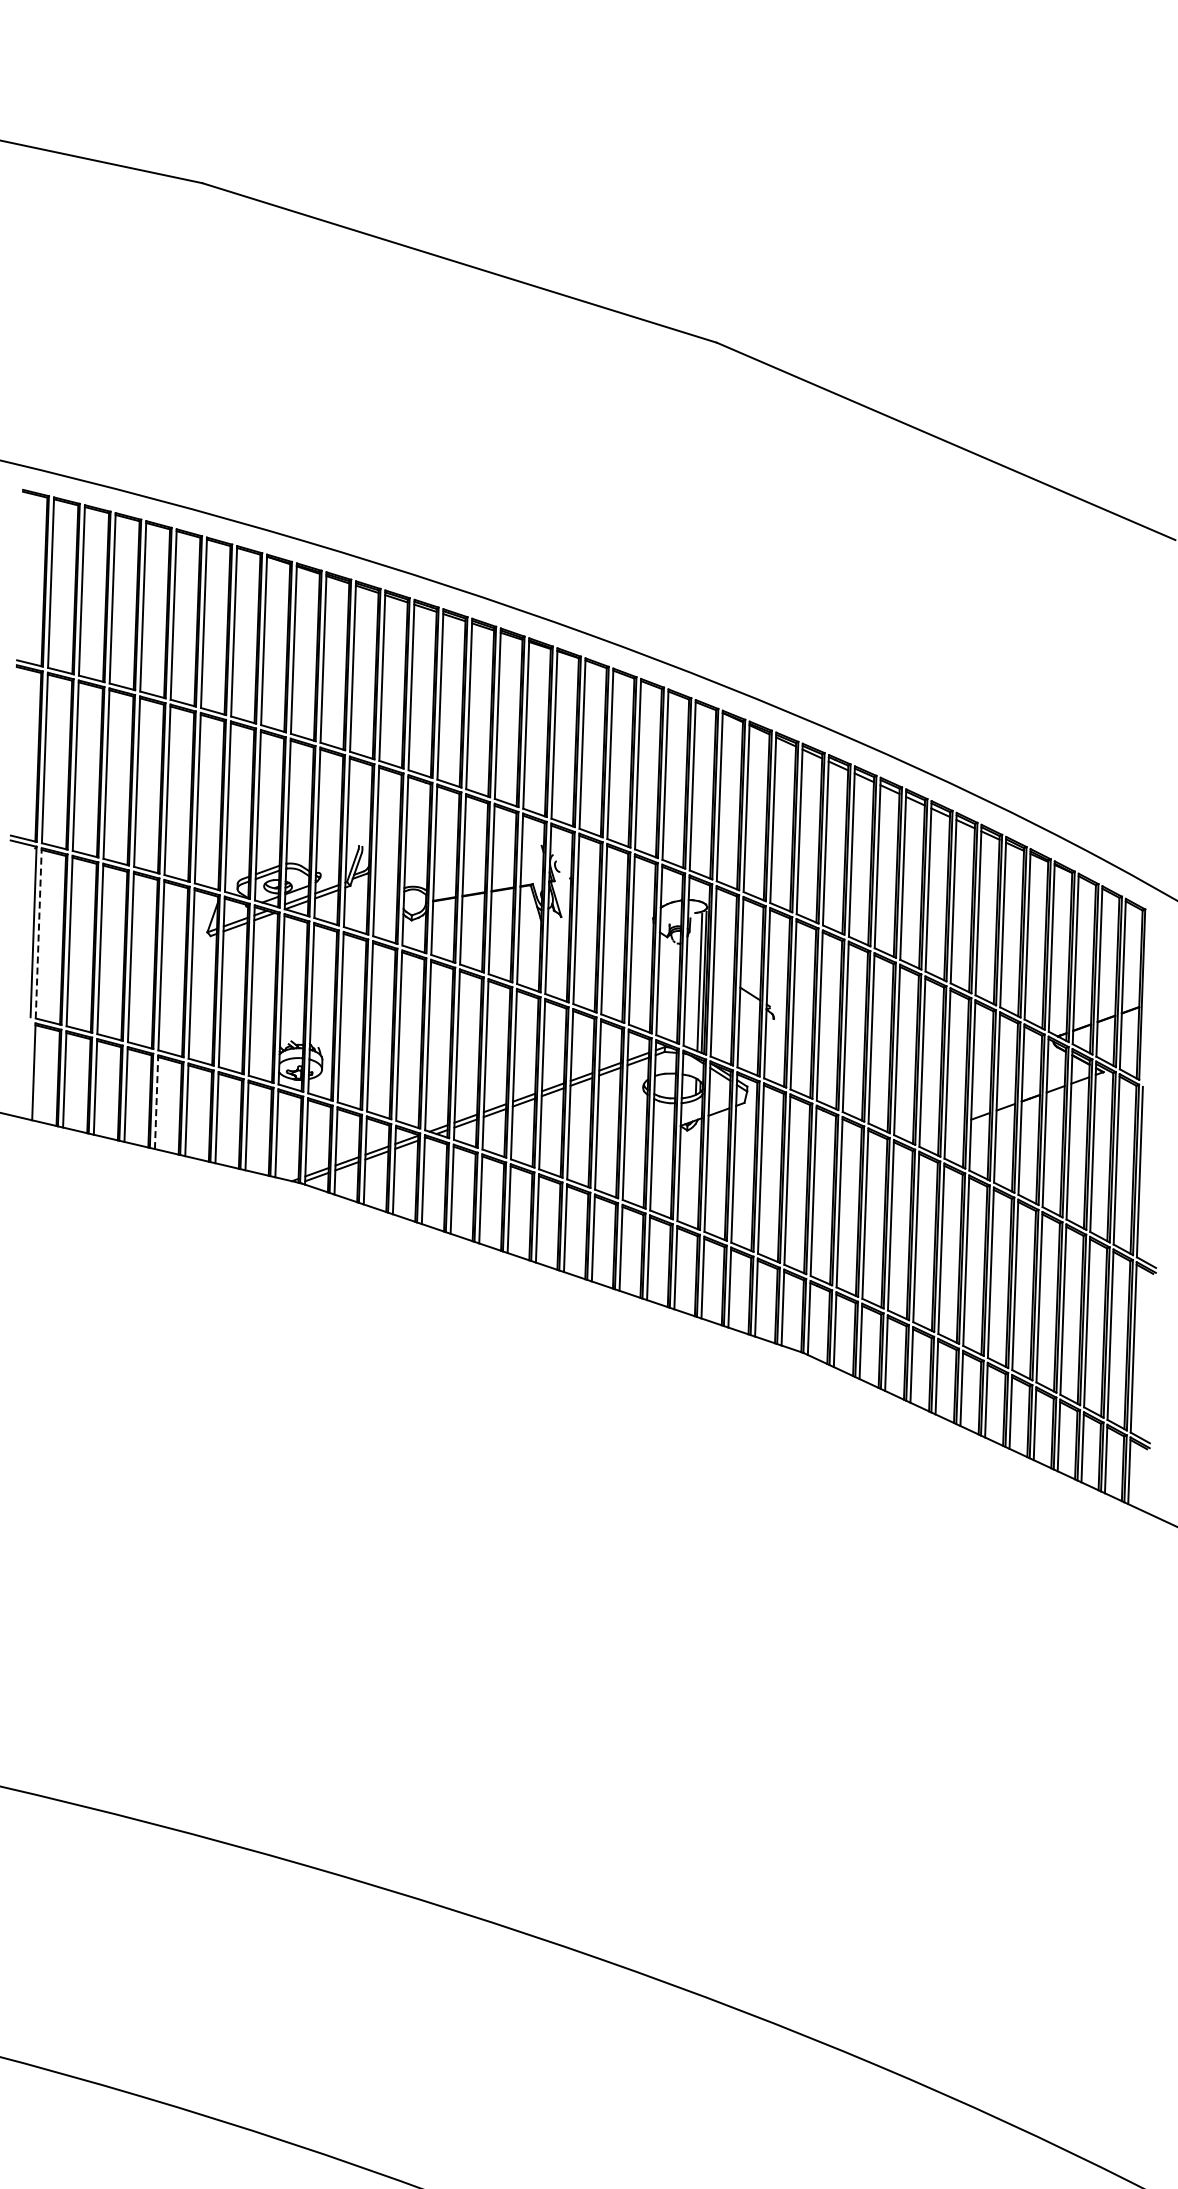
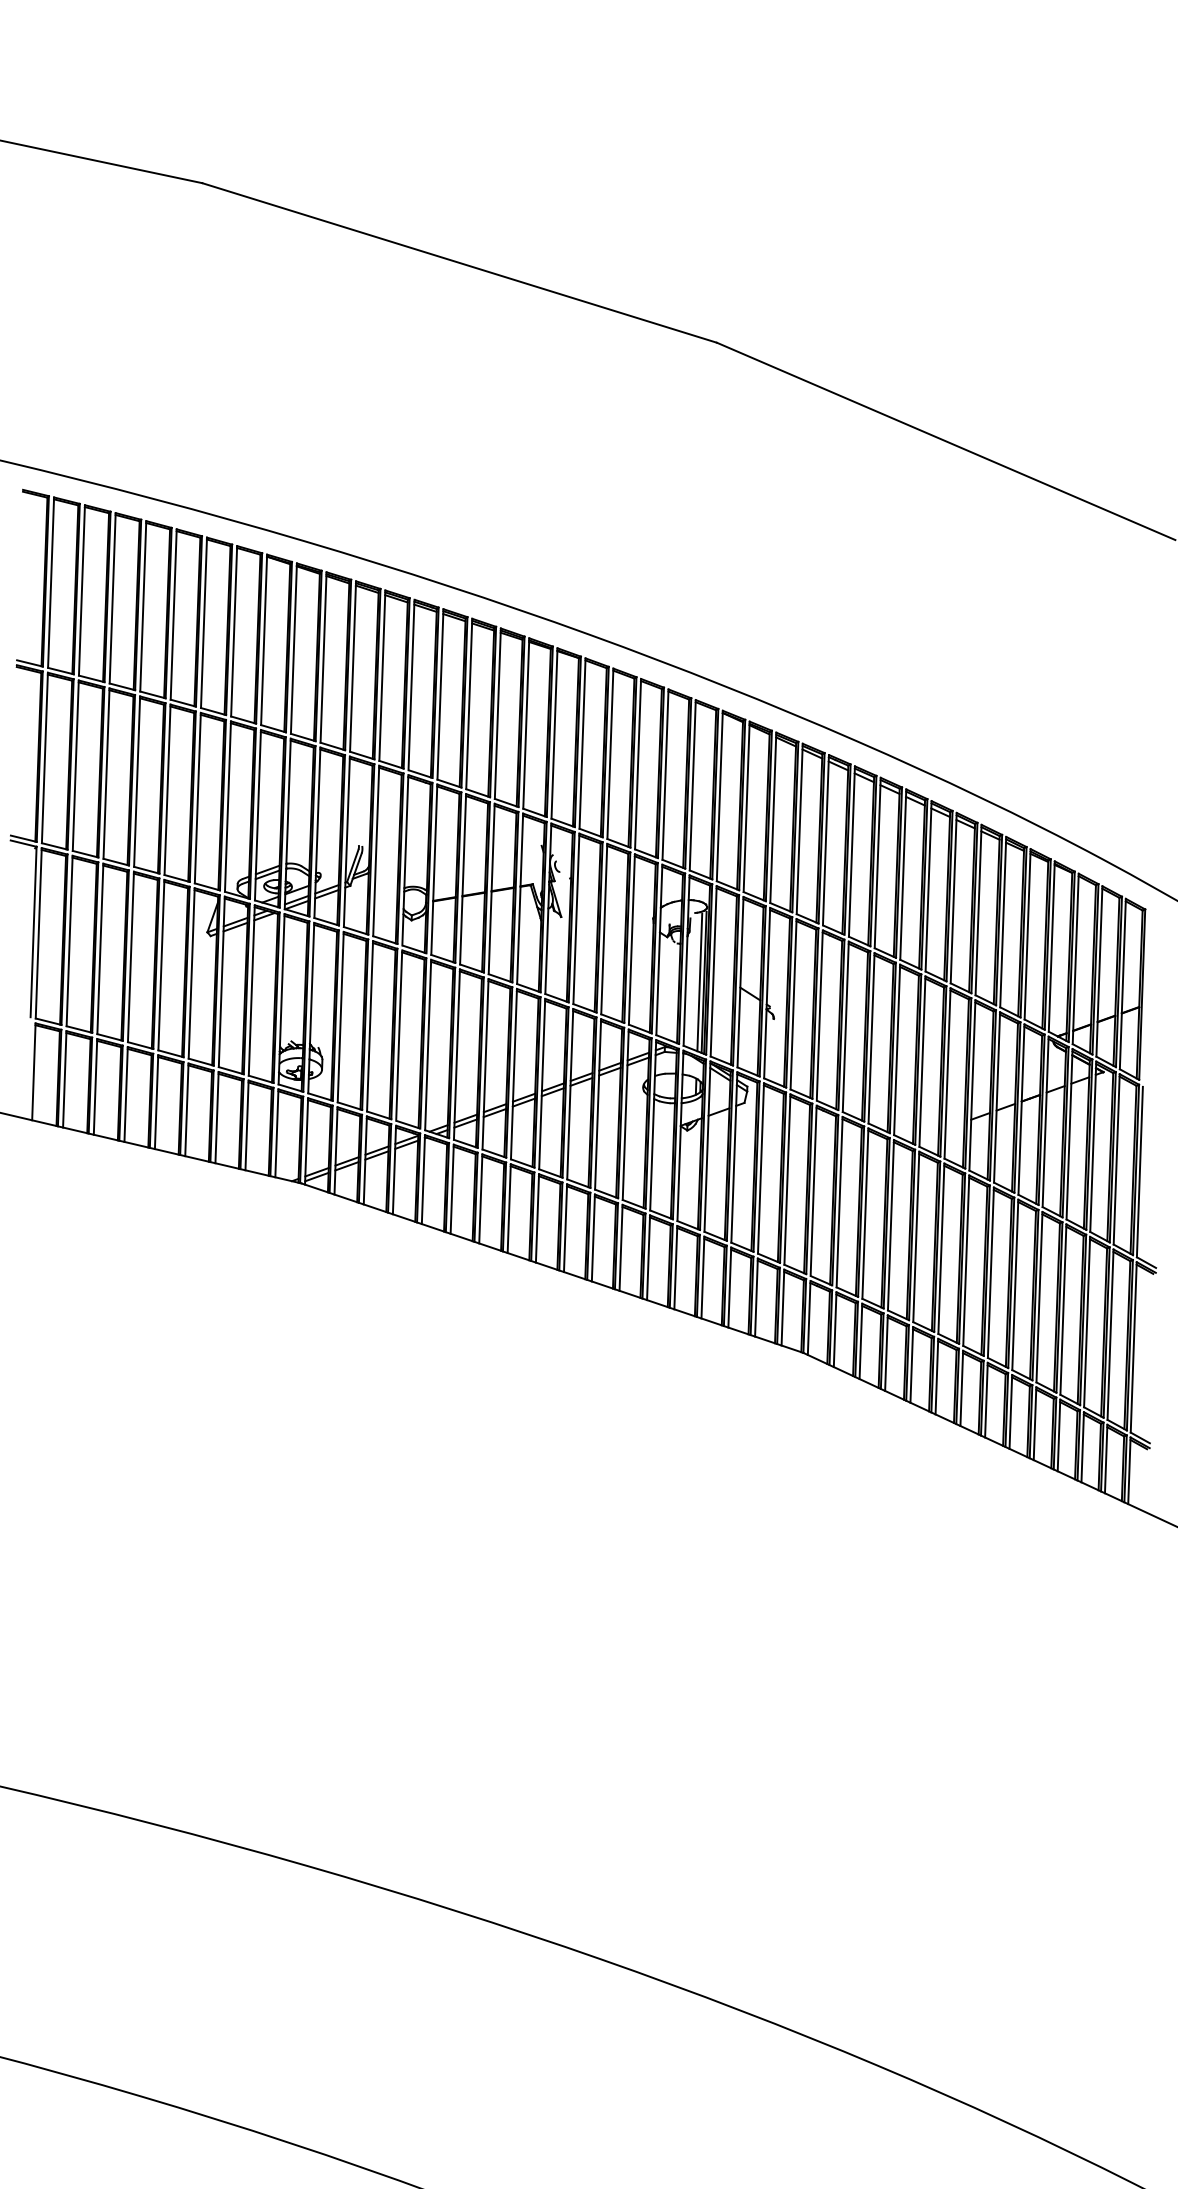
line at (38, 932): dashed -> solid
line at (156, 1102): dashed -> solid
